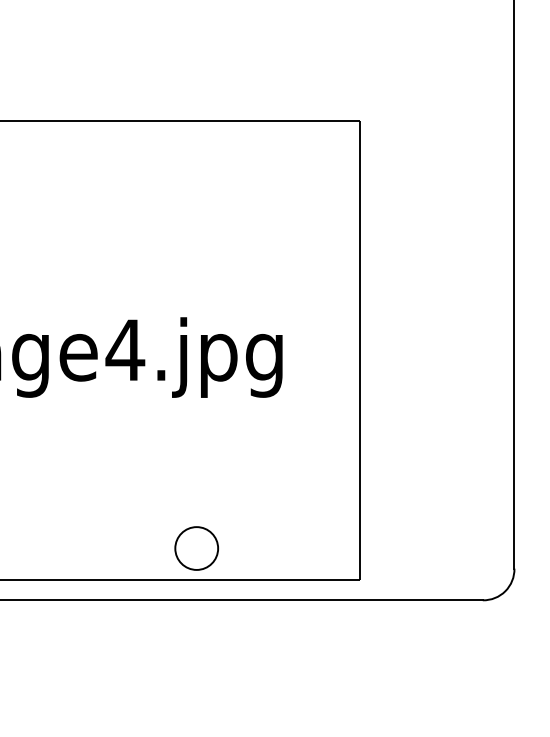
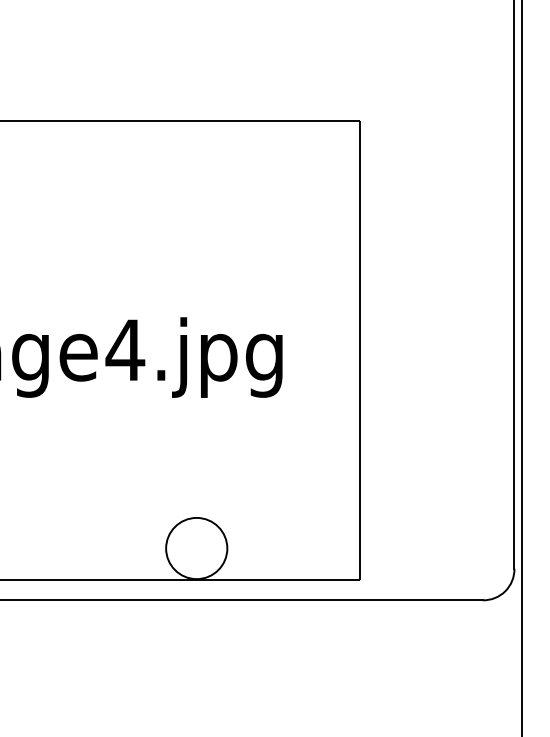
line at (521, 367): none -> present
circle at (196, 548) diameter: 43 px -> 61 px
